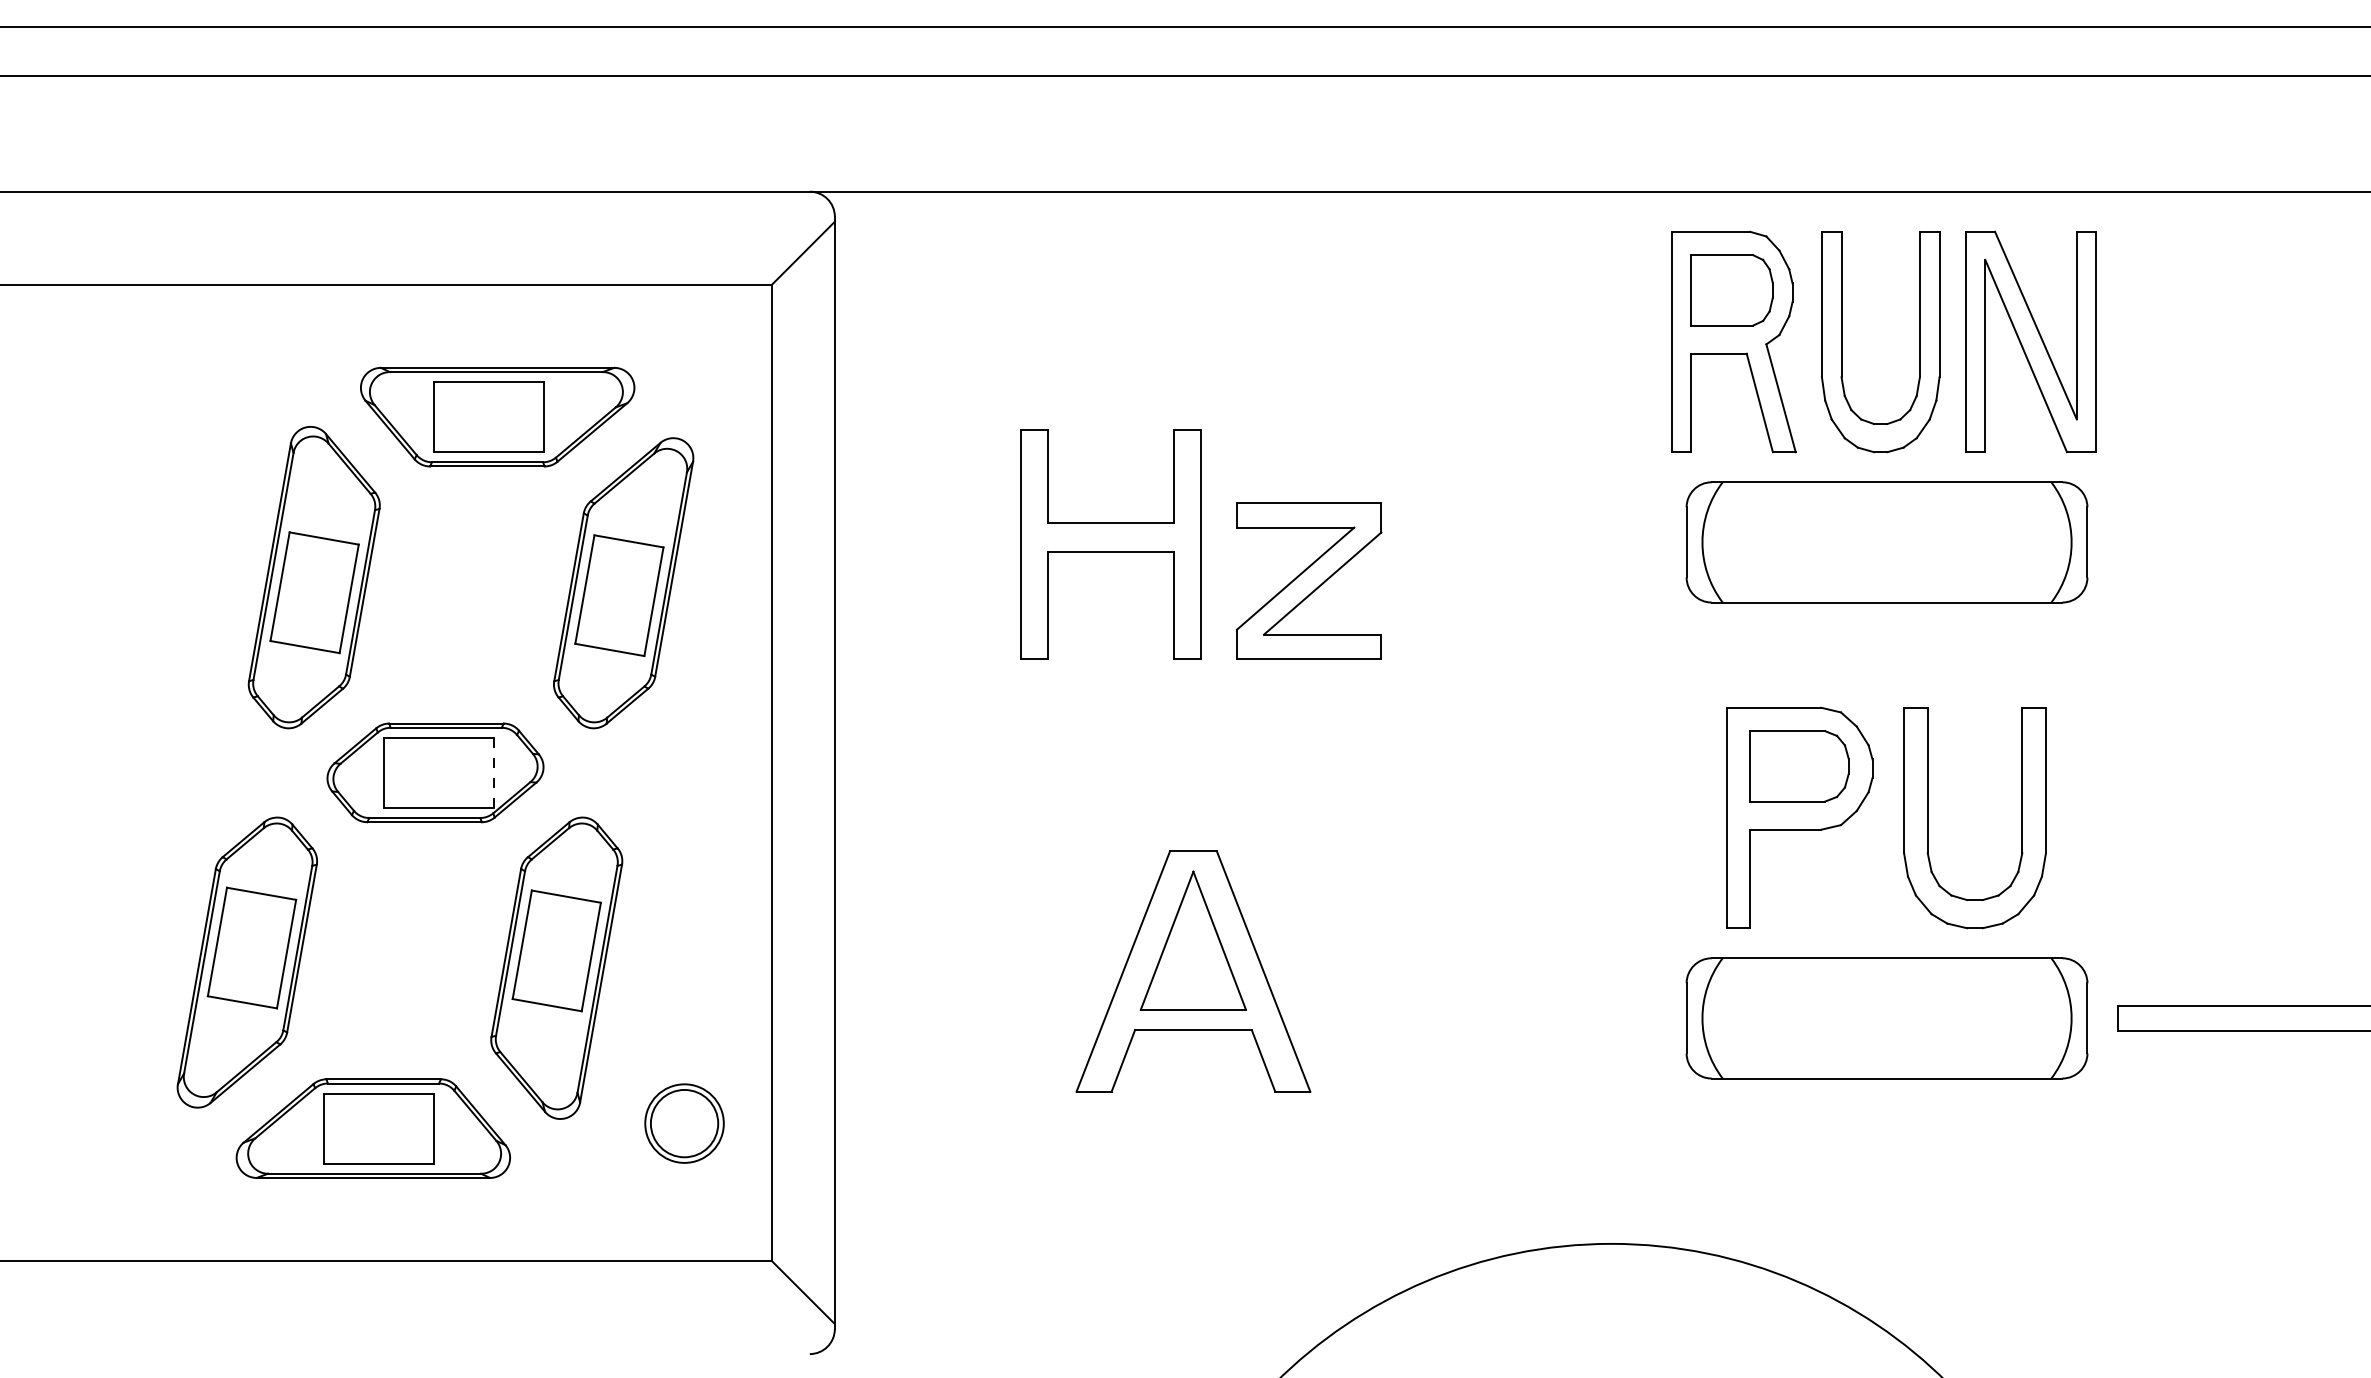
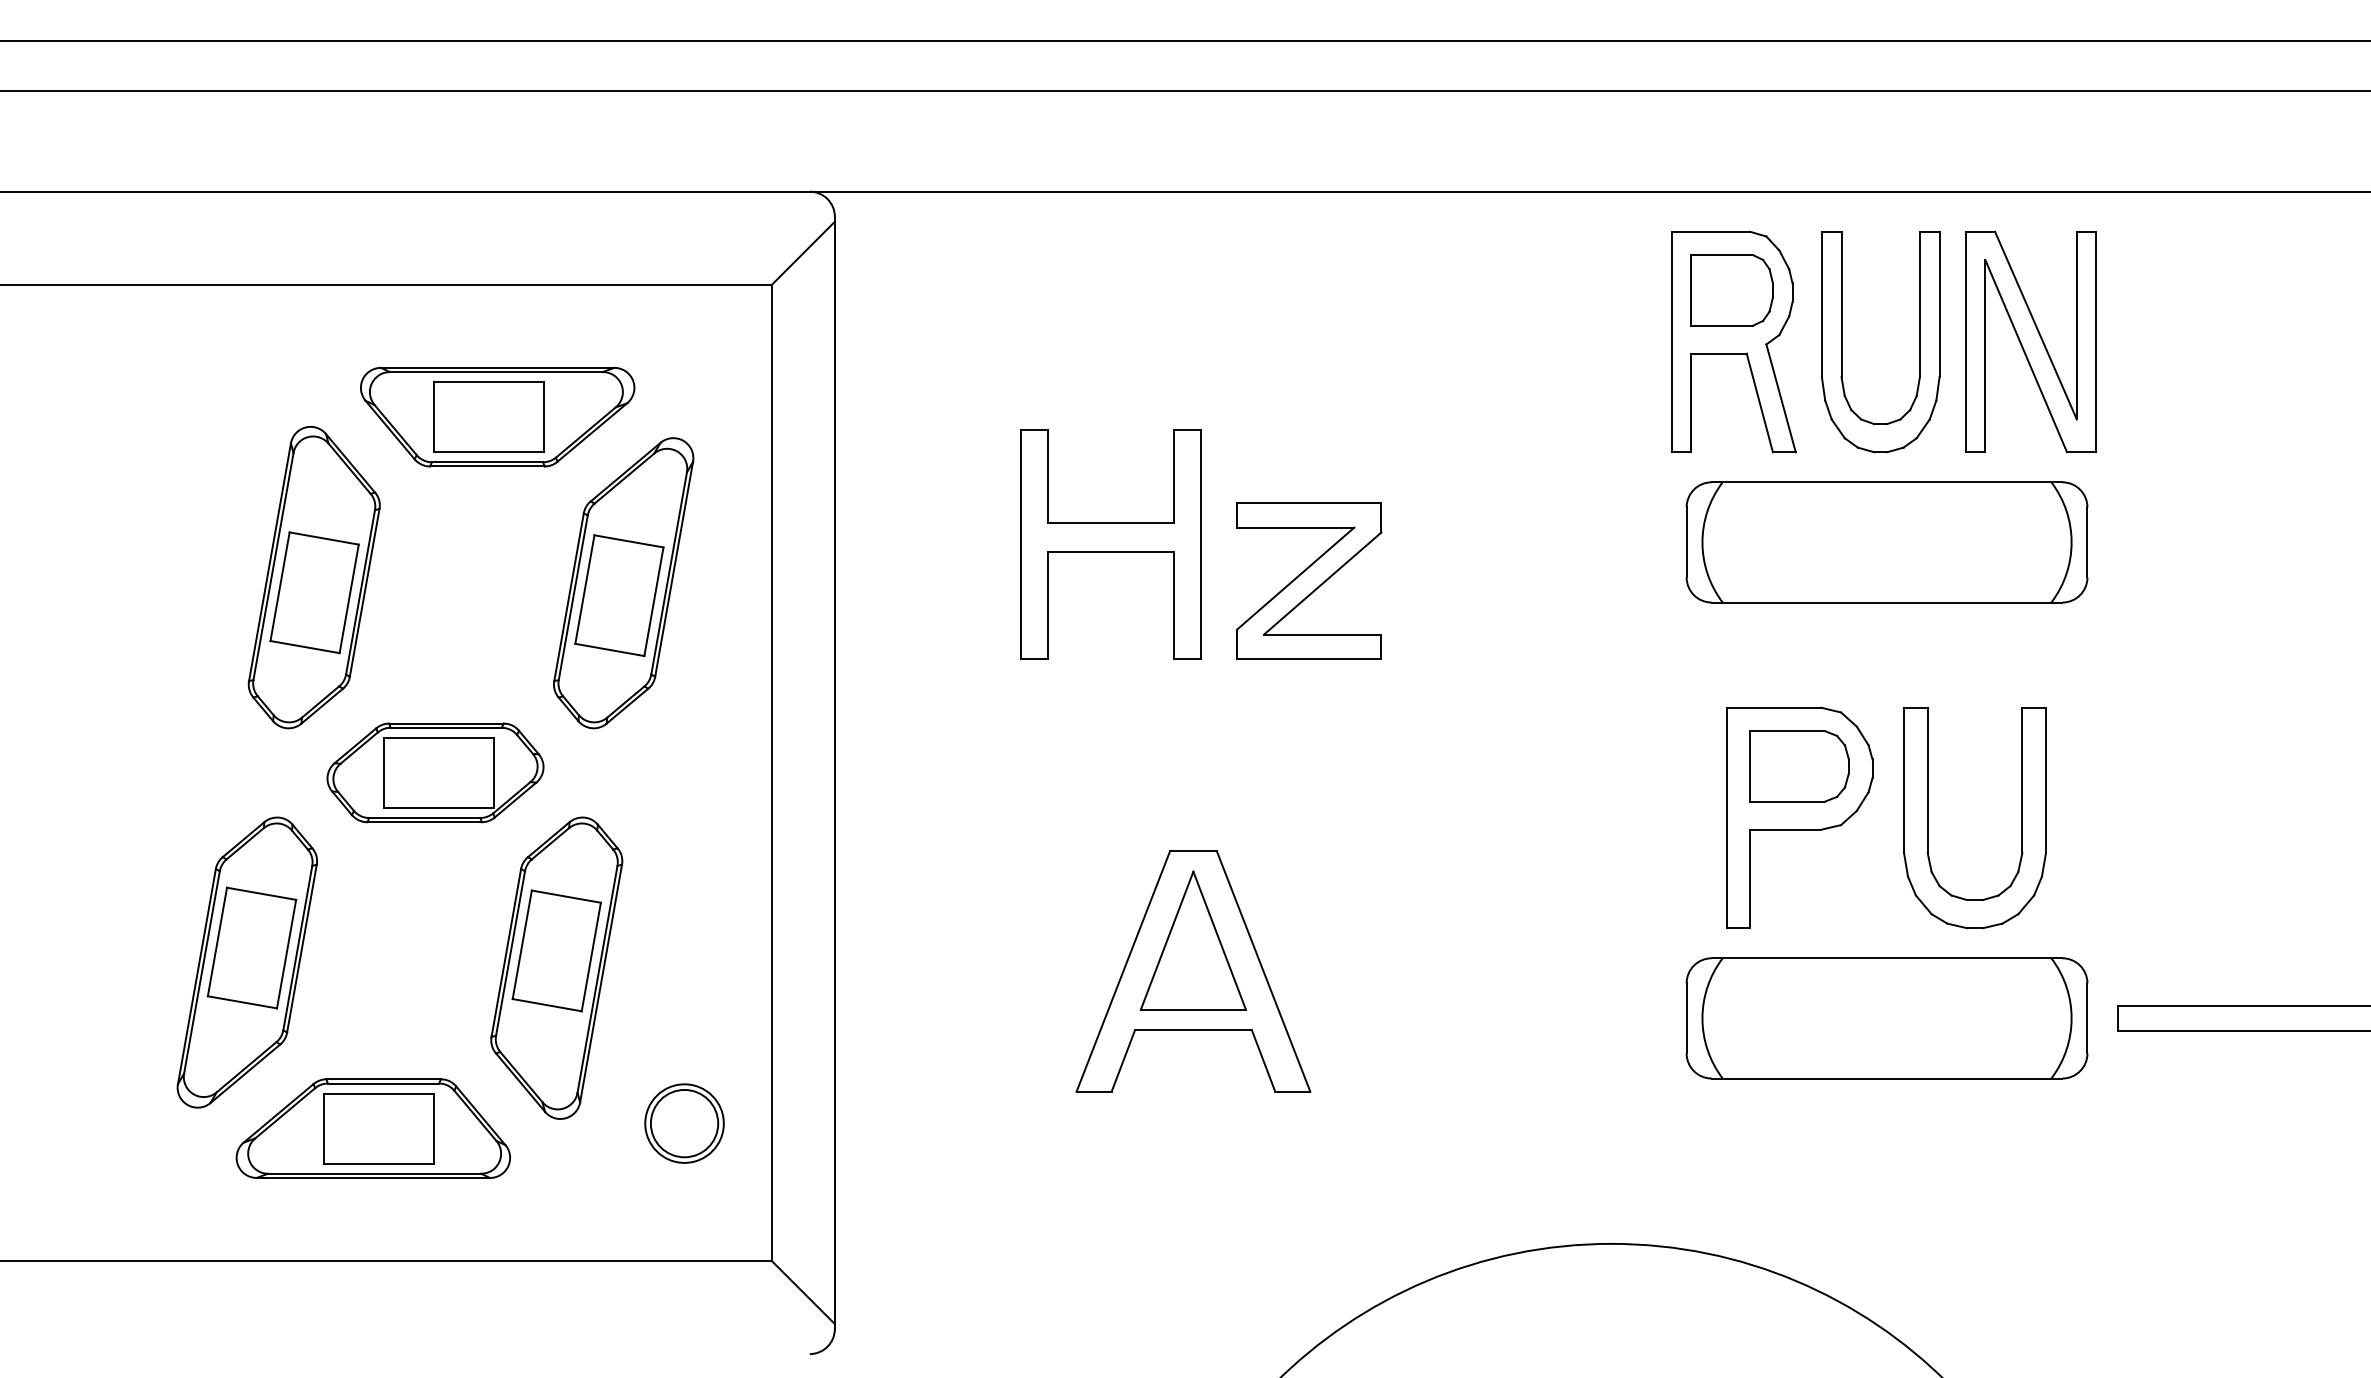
line at (1184, 27) position: (1184, 27) -> (1184, 41)
line at (1184, 76) position: (1184, 76) -> (1184, 91)
line at (494, 773): dashed -> solid
